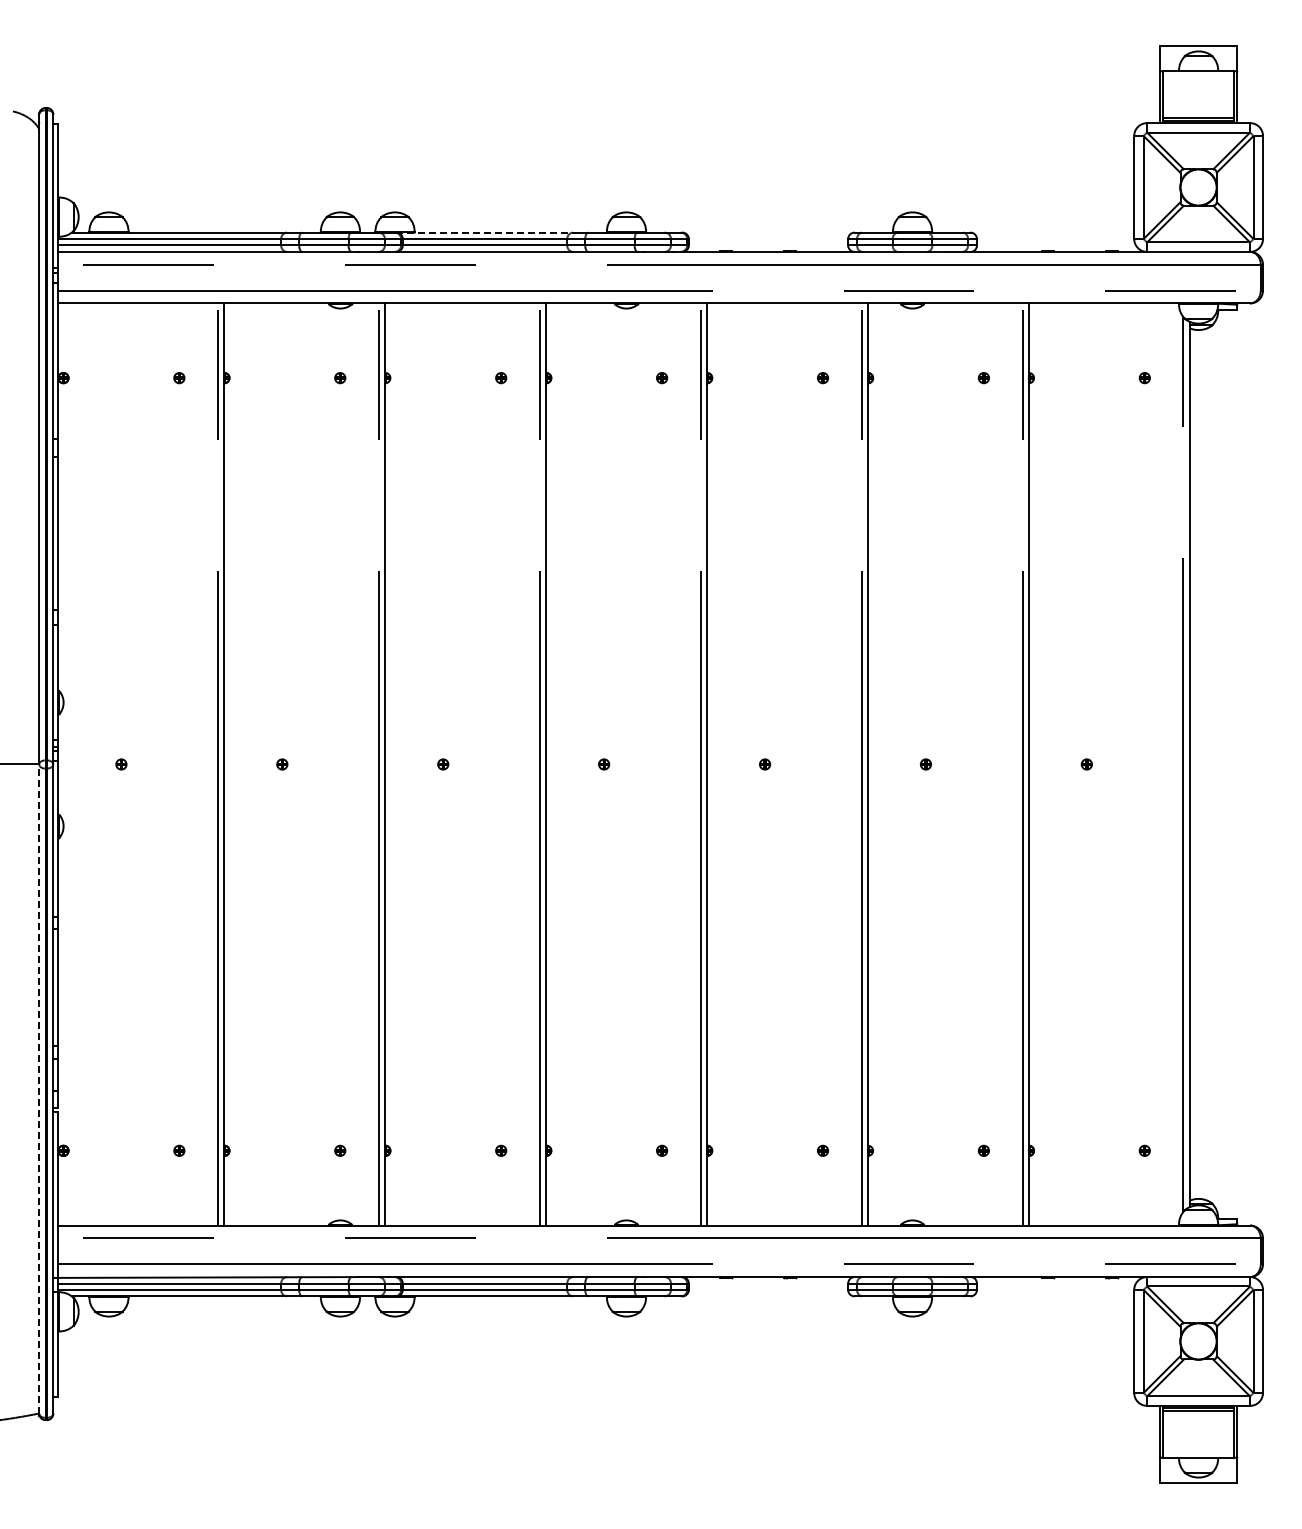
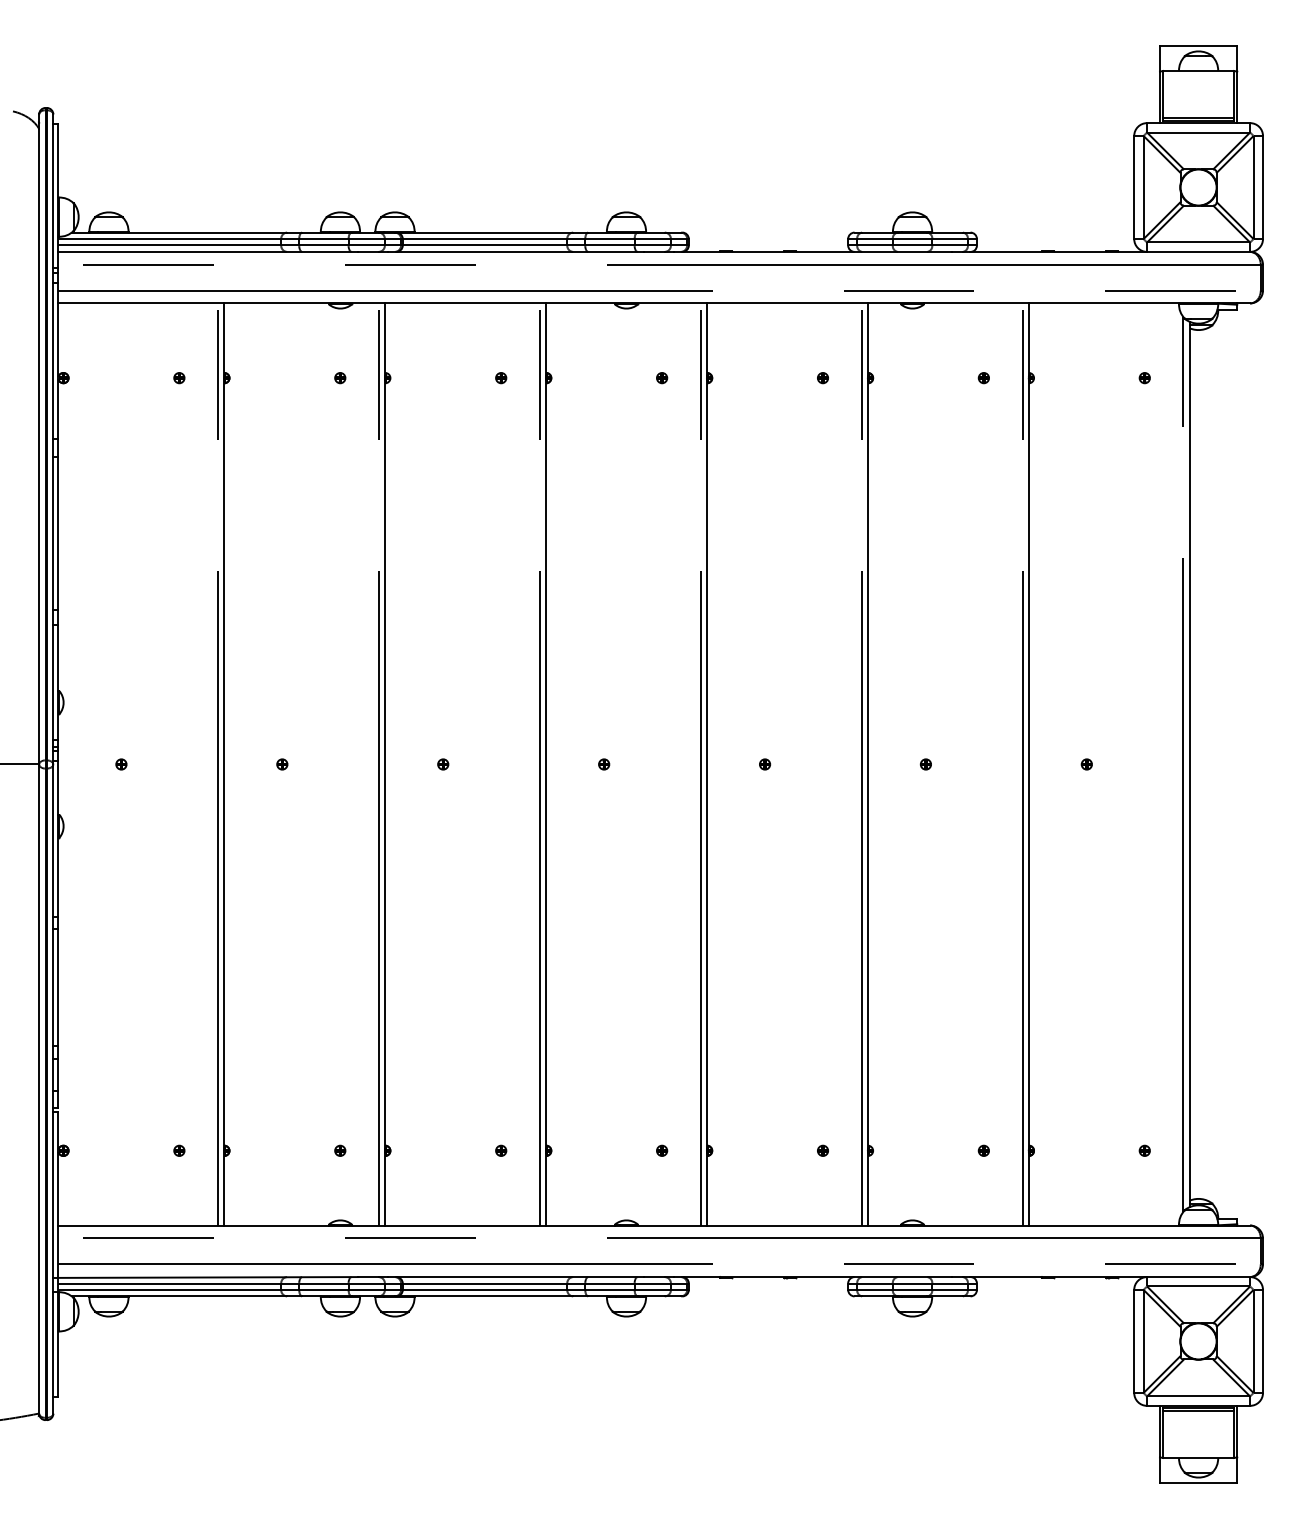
line at (485, 232): dashed -> solid
line at (39, 1089): dashed -> solid
